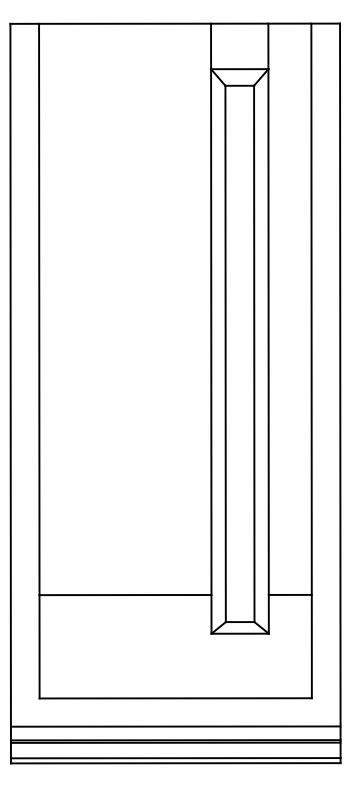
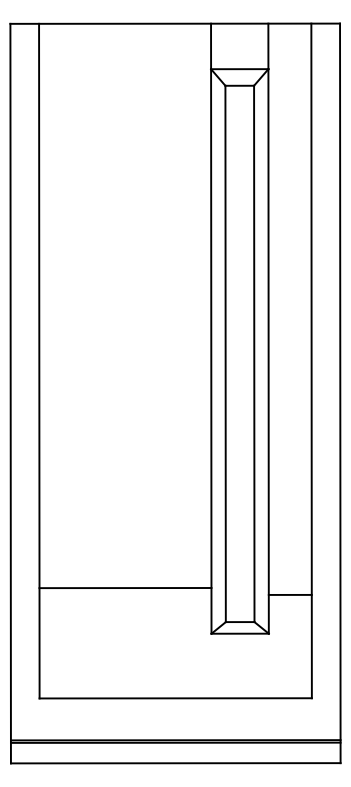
line at (125, 595) position: (125, 595) -> (125, 588)
line at (175, 726): present -> none
line at (175, 758): present -> none
